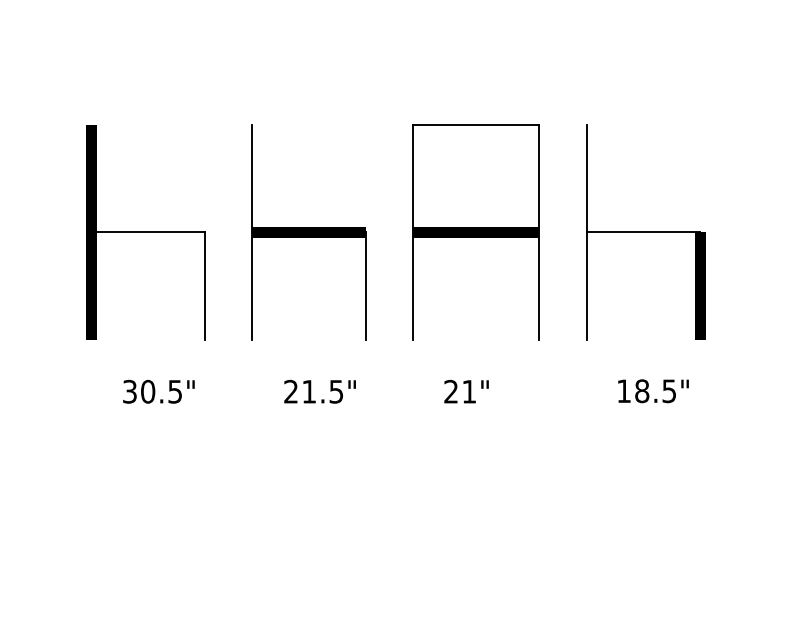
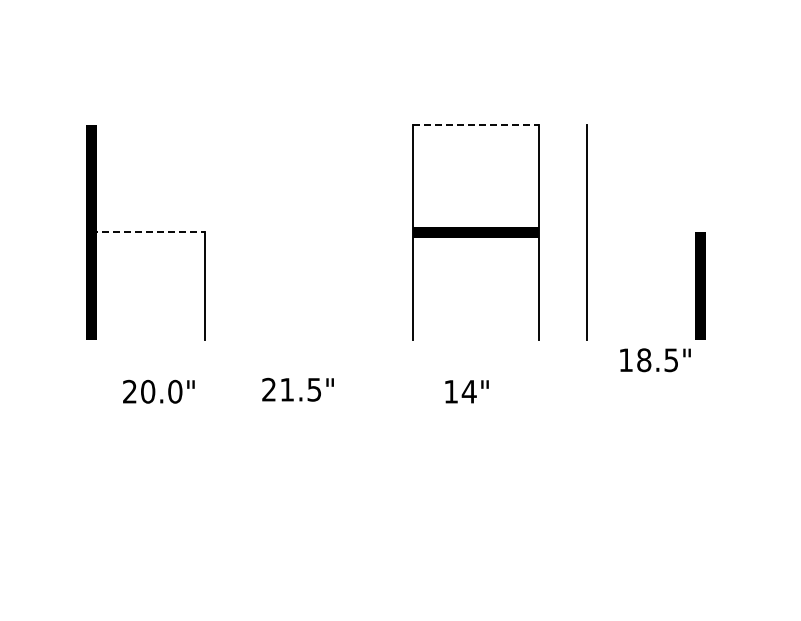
line at (476, 125): solid -> dashed
line at (148, 232): solid -> dashed
part at (308, 232): present -> none
line at (643, 232): present -> none
text at (152, 391): 30.5" -> 20.0"
text at (319, 391) position: (319, 391) -> (297, 389)
text at (460, 391): 21" -> 14"
text at (653, 391) position: (653, 391) -> (655, 360)
